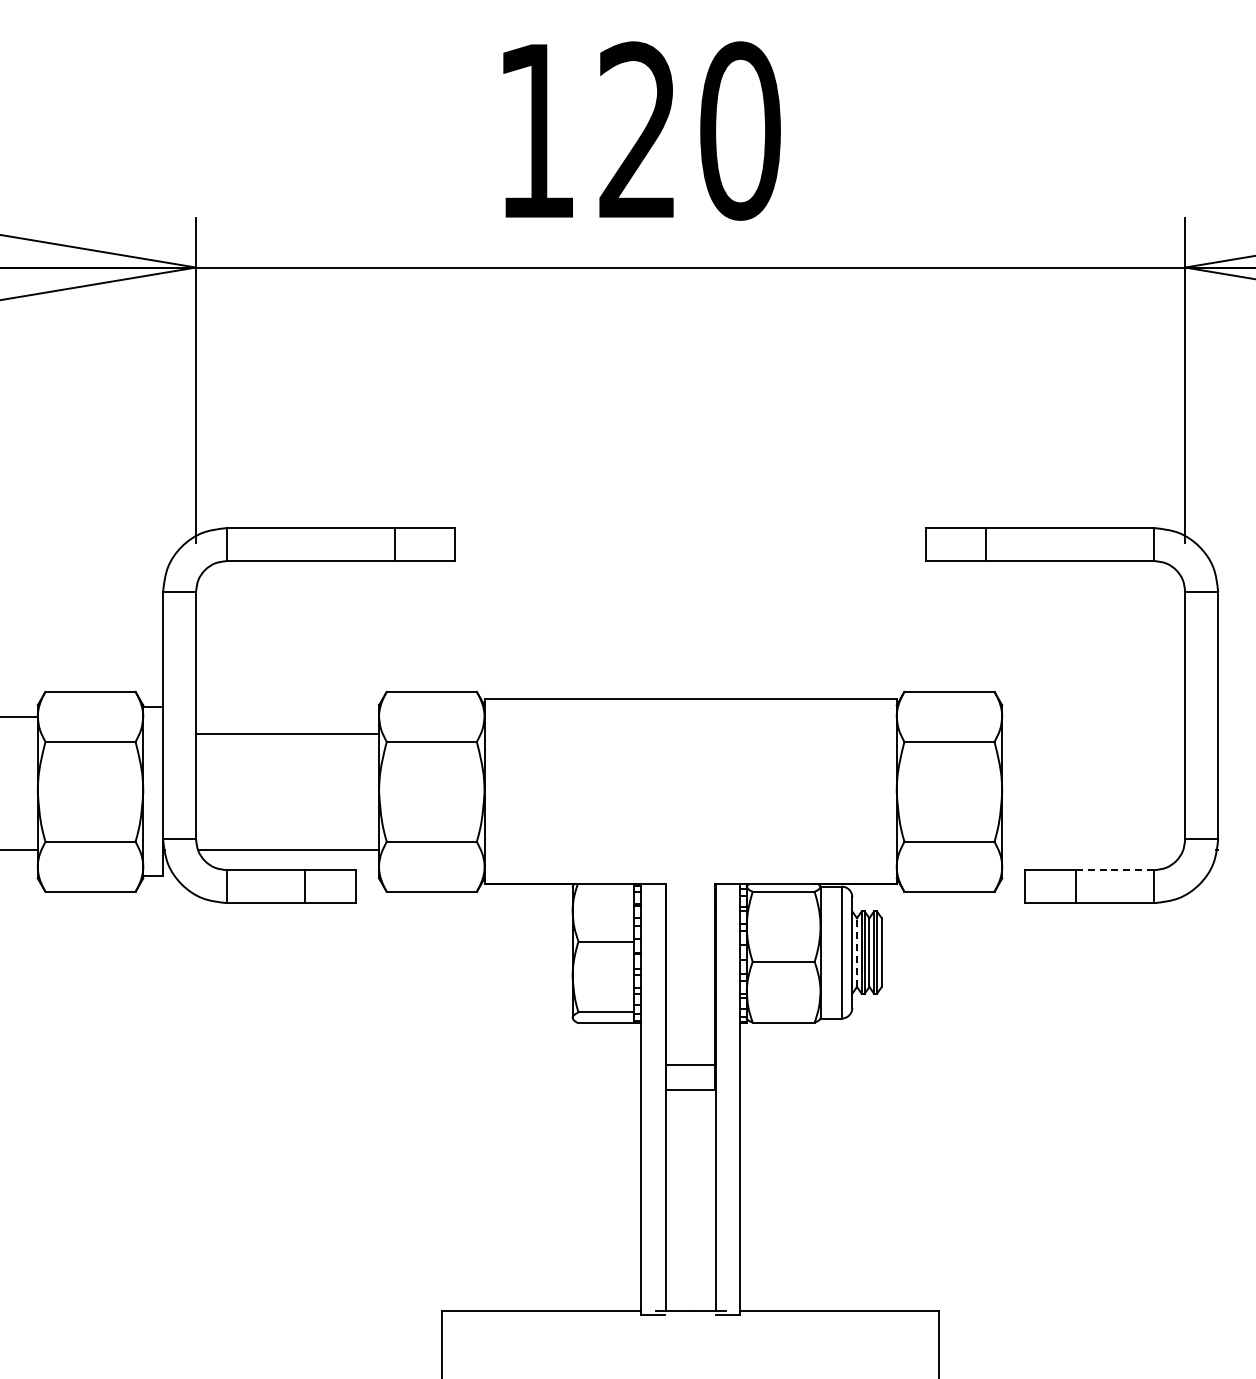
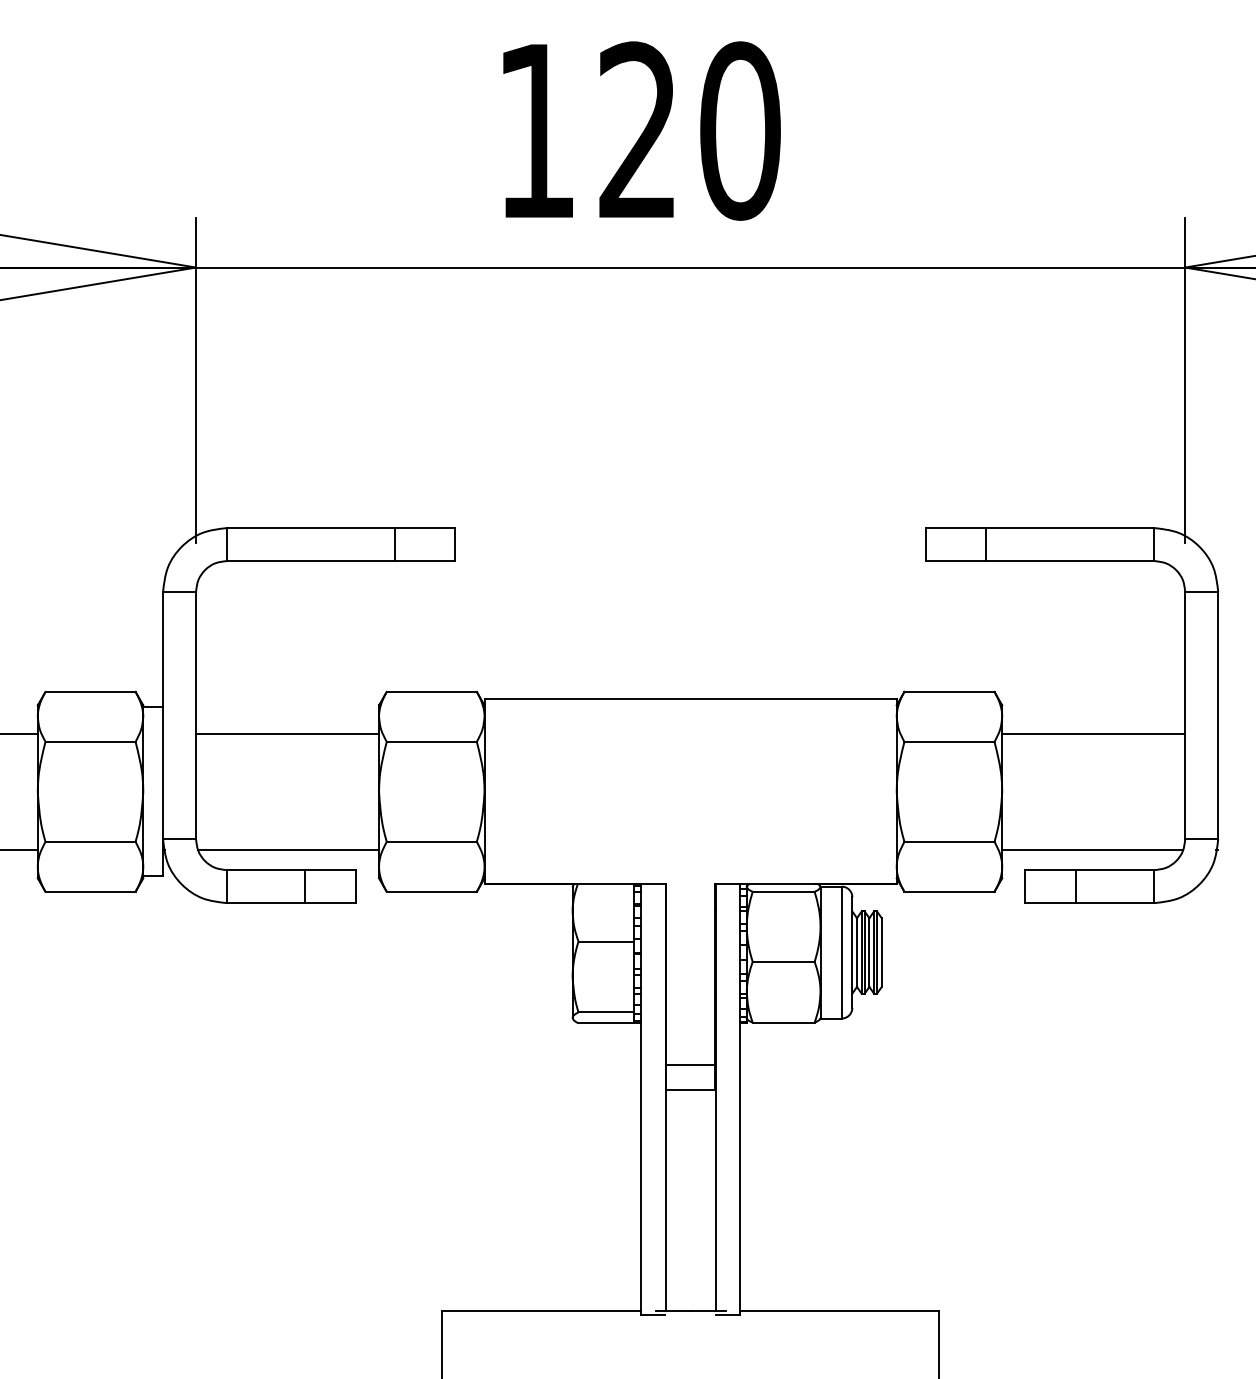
line at (19, 717) position: (19, 717) -> (19, 734)
line at (1093, 734): none -> present
line at (1092, 849): none -> present
line at (1114, 870): dashed -> solid
line at (857, 952): dashed -> solid
